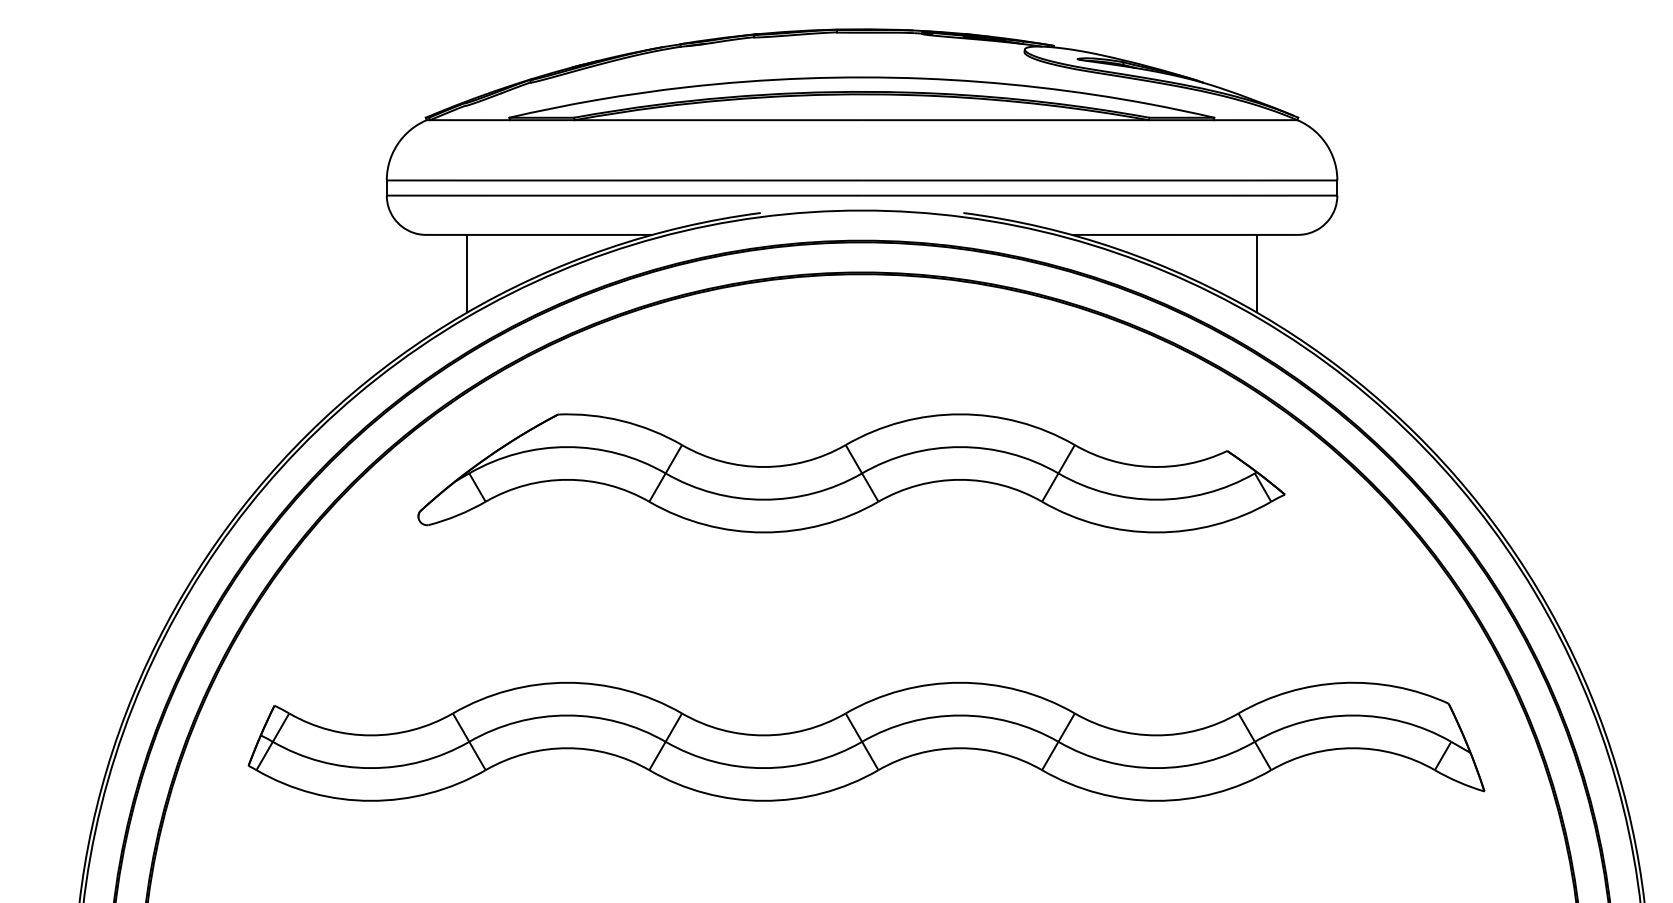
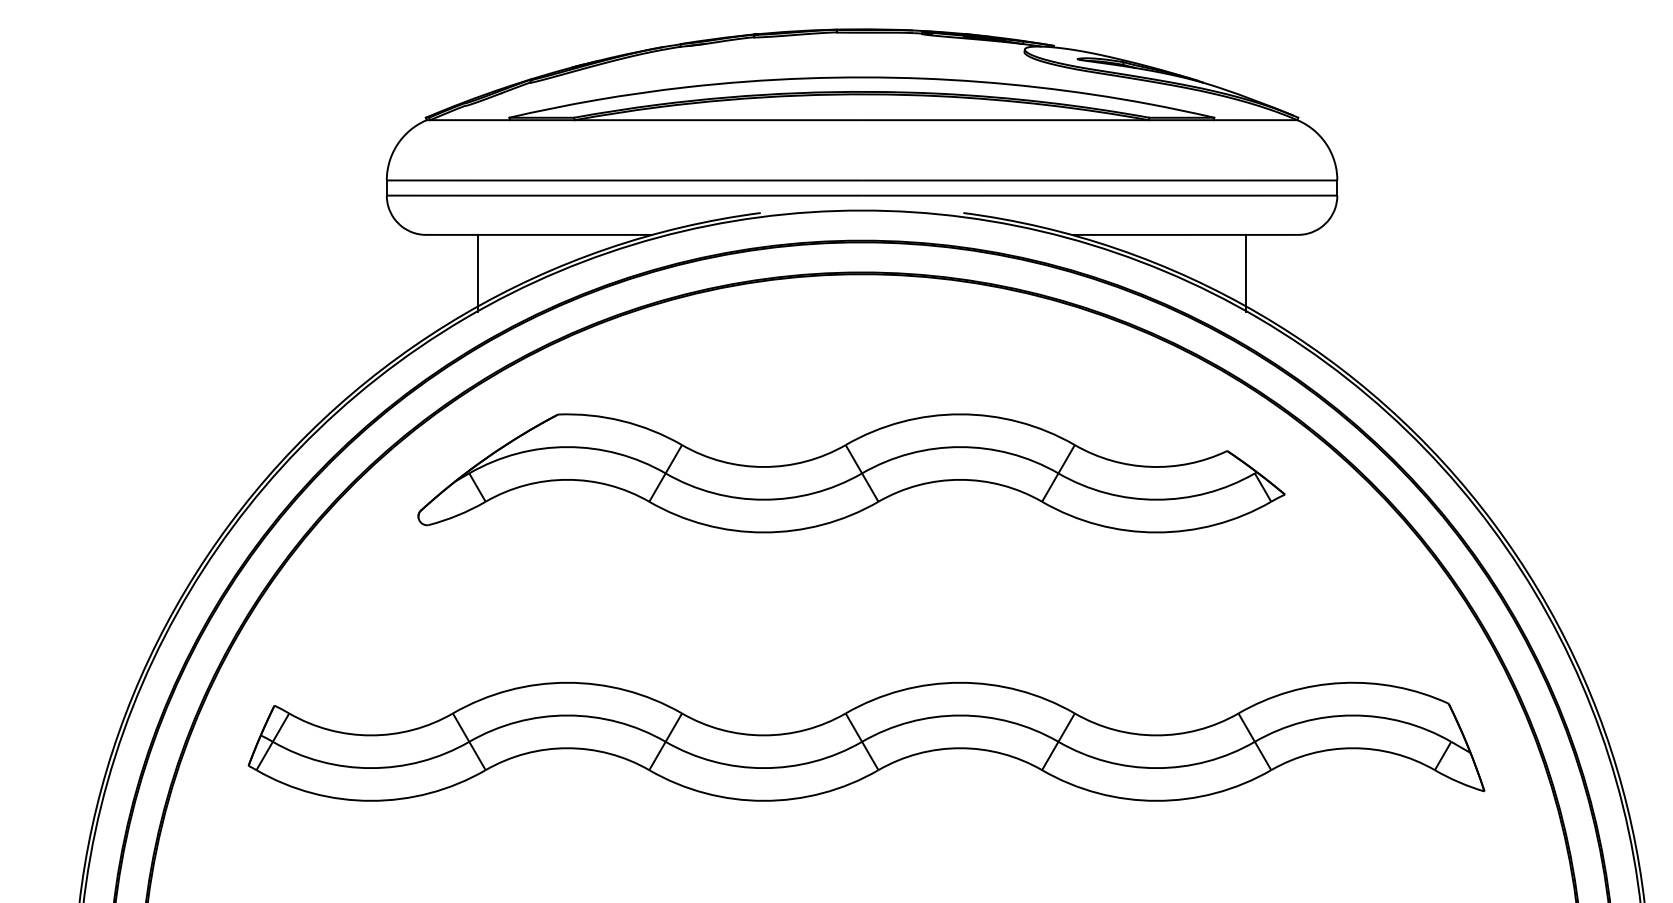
line at (467, 273) position: (467, 273) -> (478, 273)
line at (1256, 273) position: (1256, 273) -> (1245, 273)
